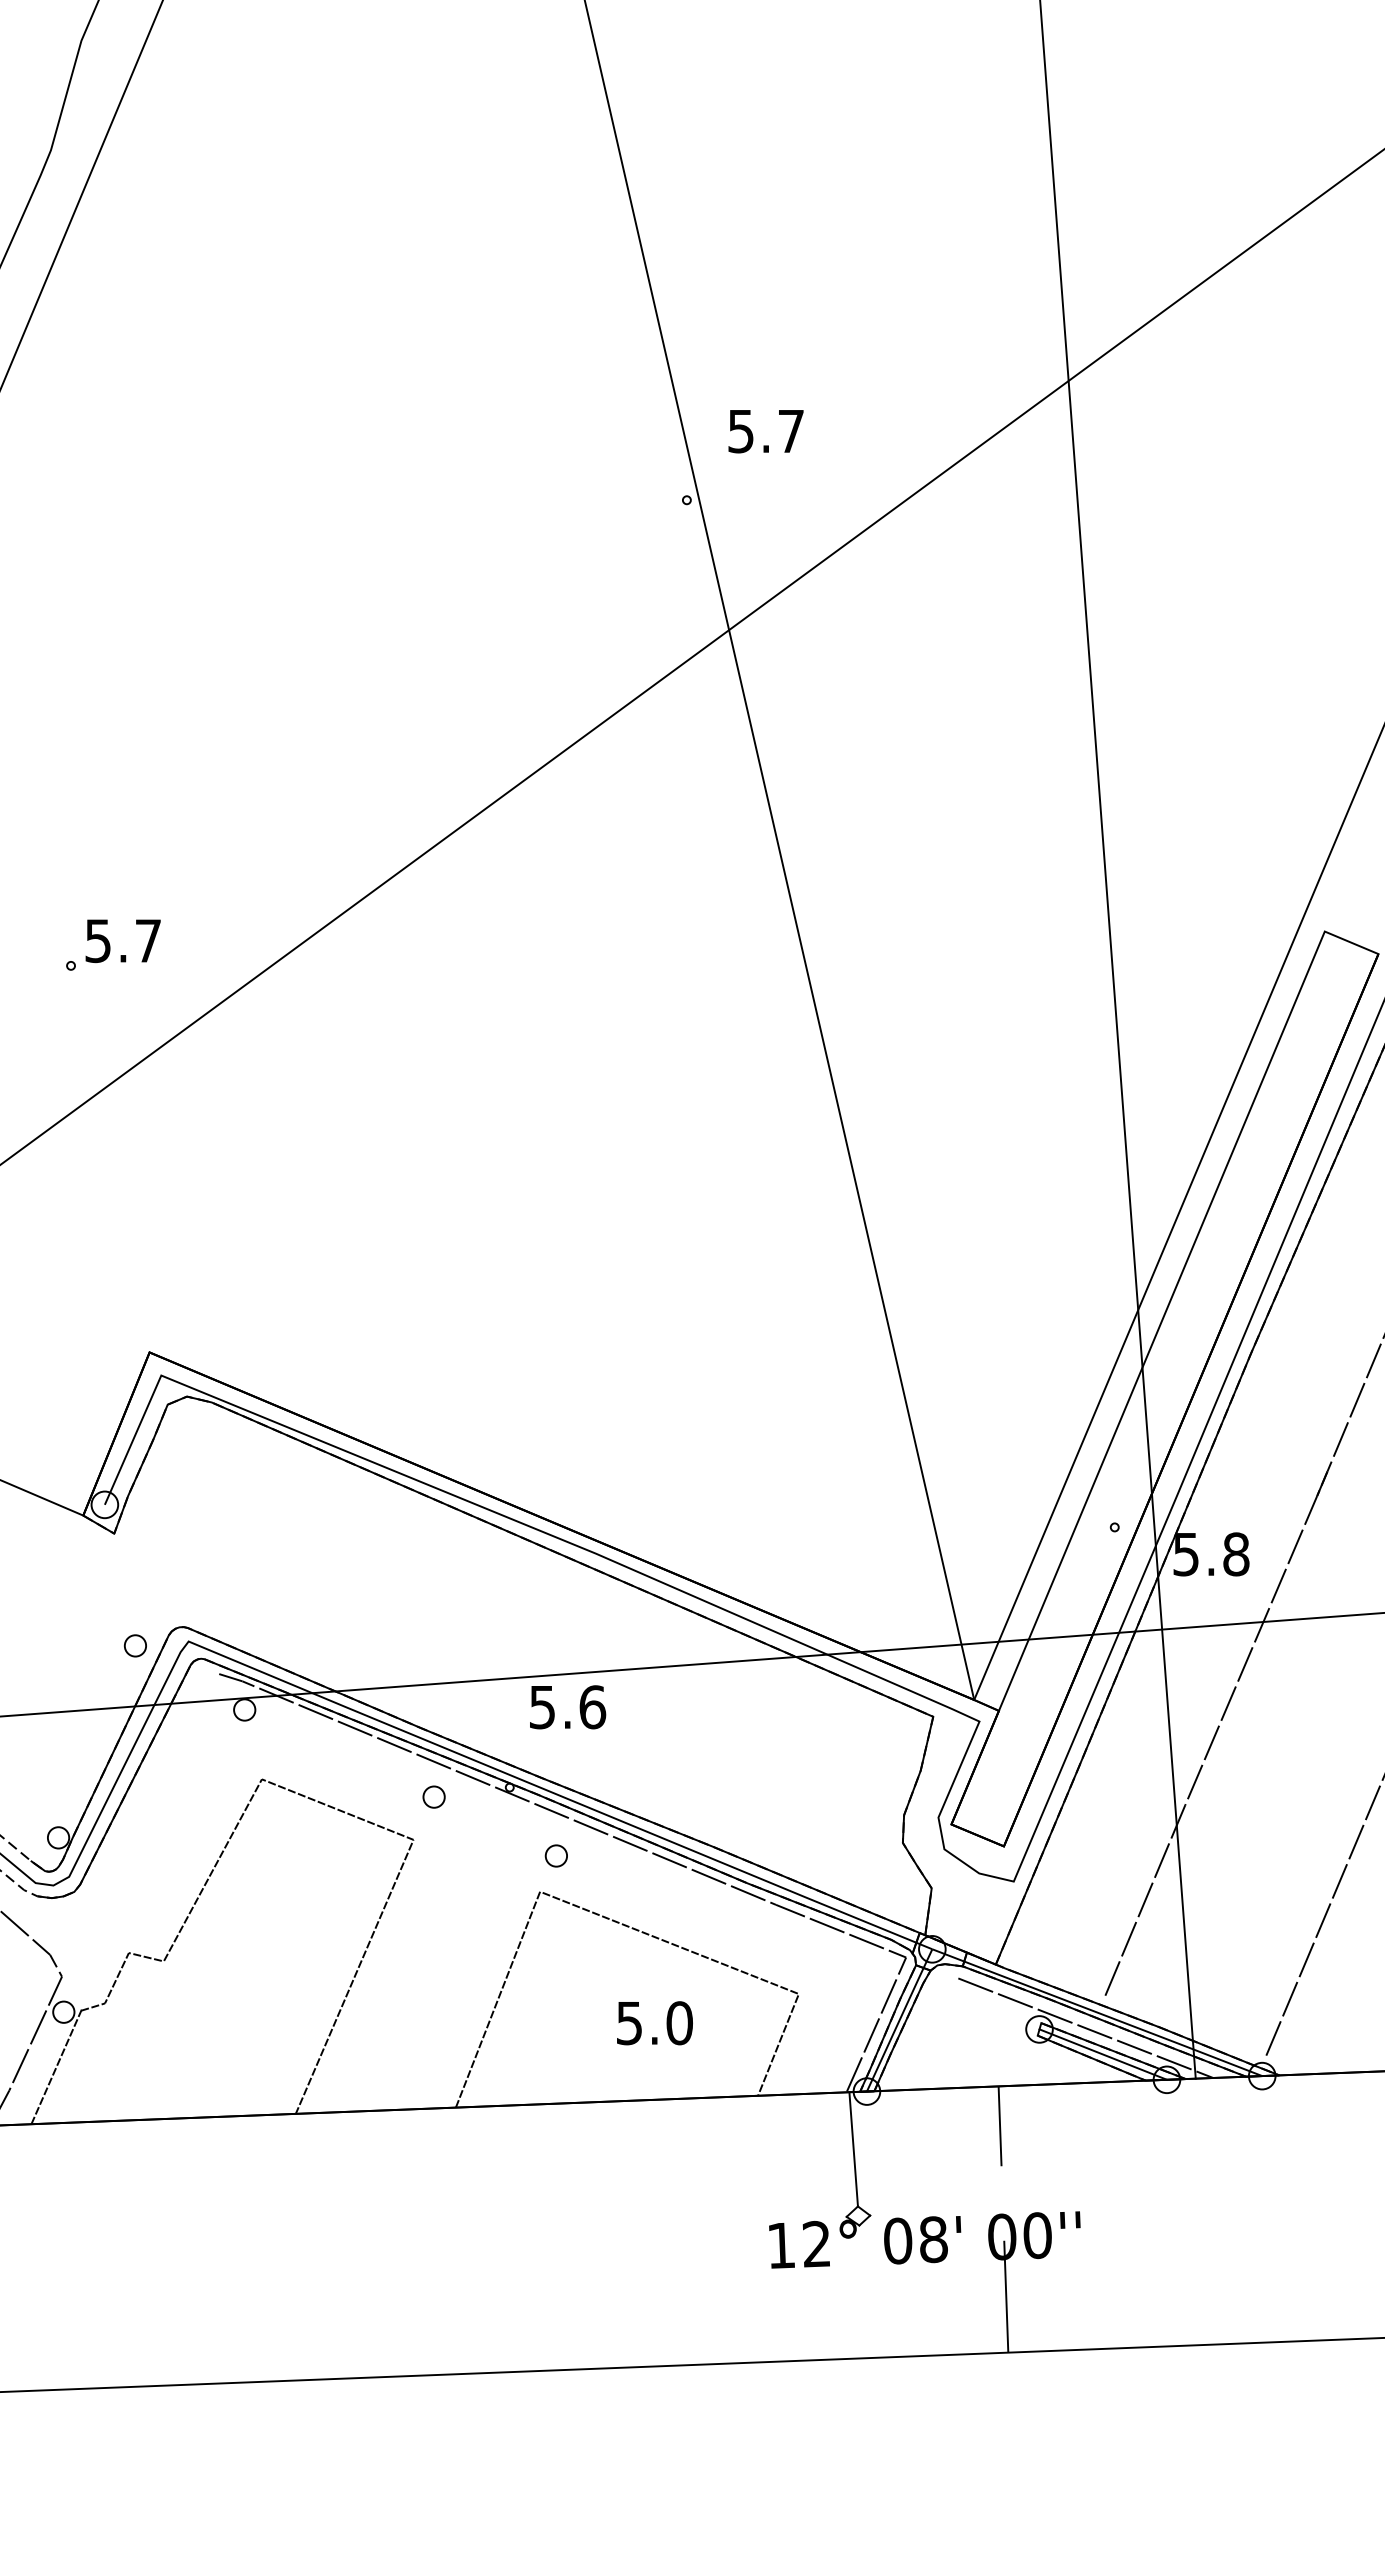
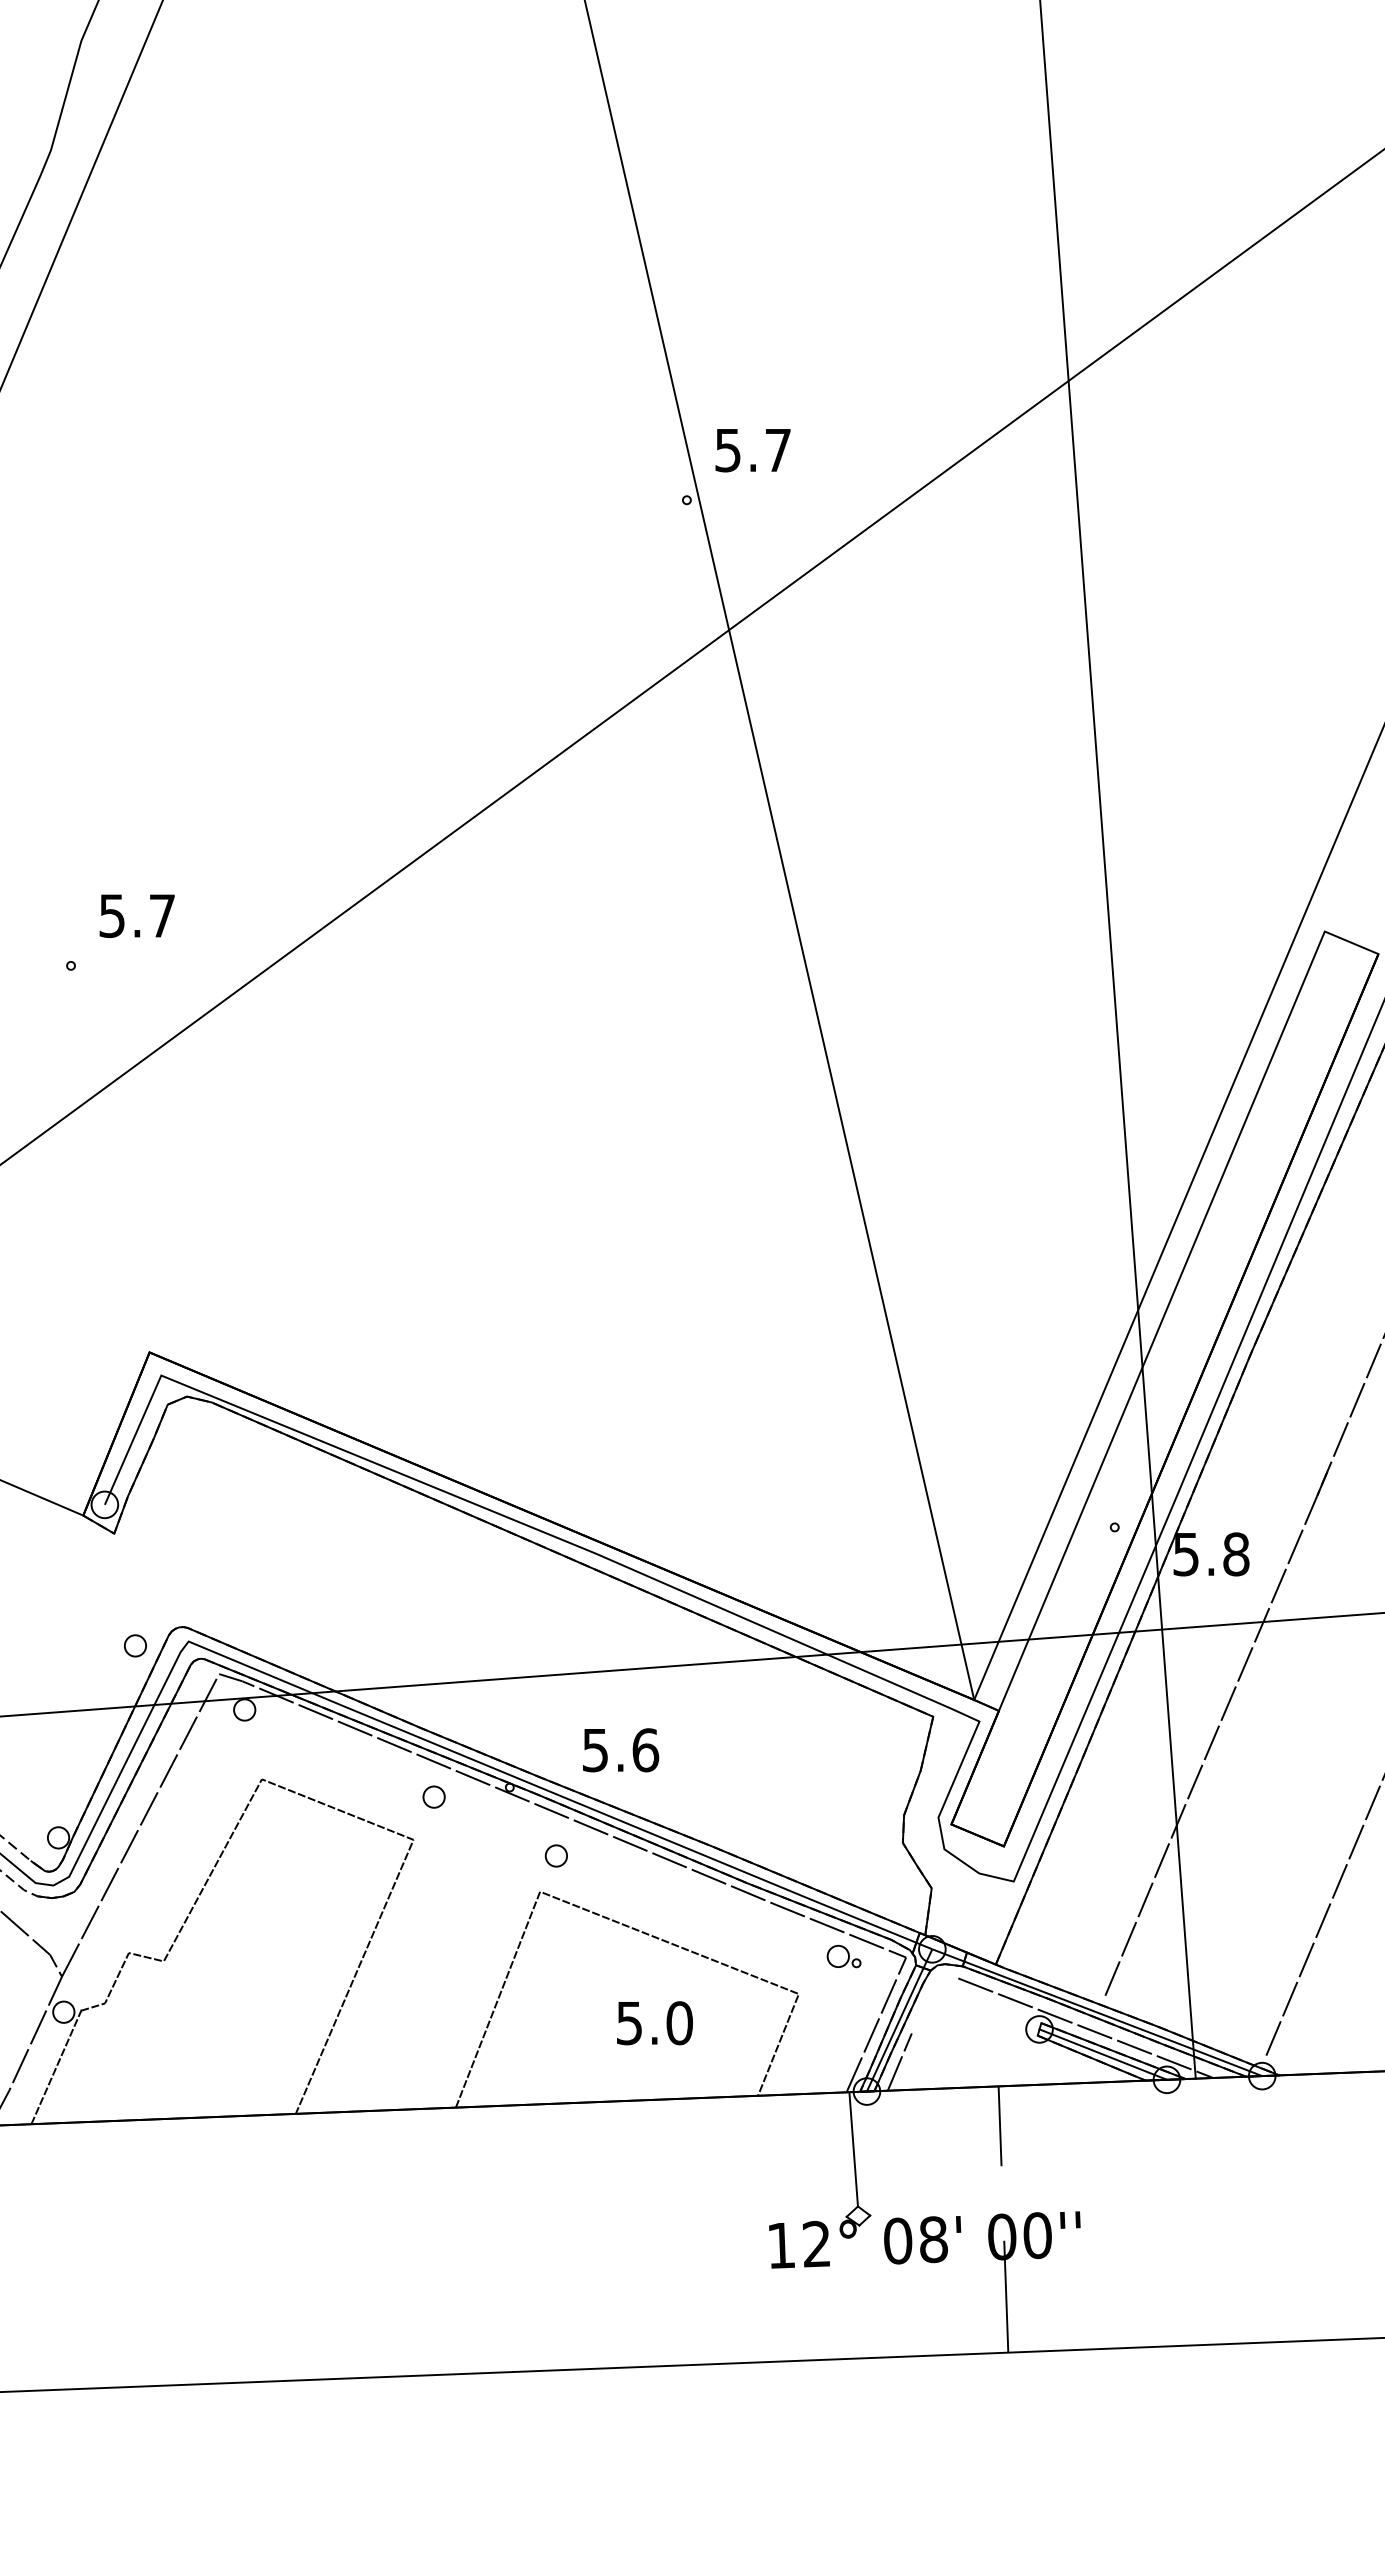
text at (765, 431) position: (765, 431) -> (752, 450)
text at (122, 941) position: (122, 941) -> (136, 916)
text at (568, 1707) position: (568, 1707) -> (621, 1750)
line at (140, 1825): none -> present
part at (843, 1956): none -> present
line at (899, 2061): none -> present
